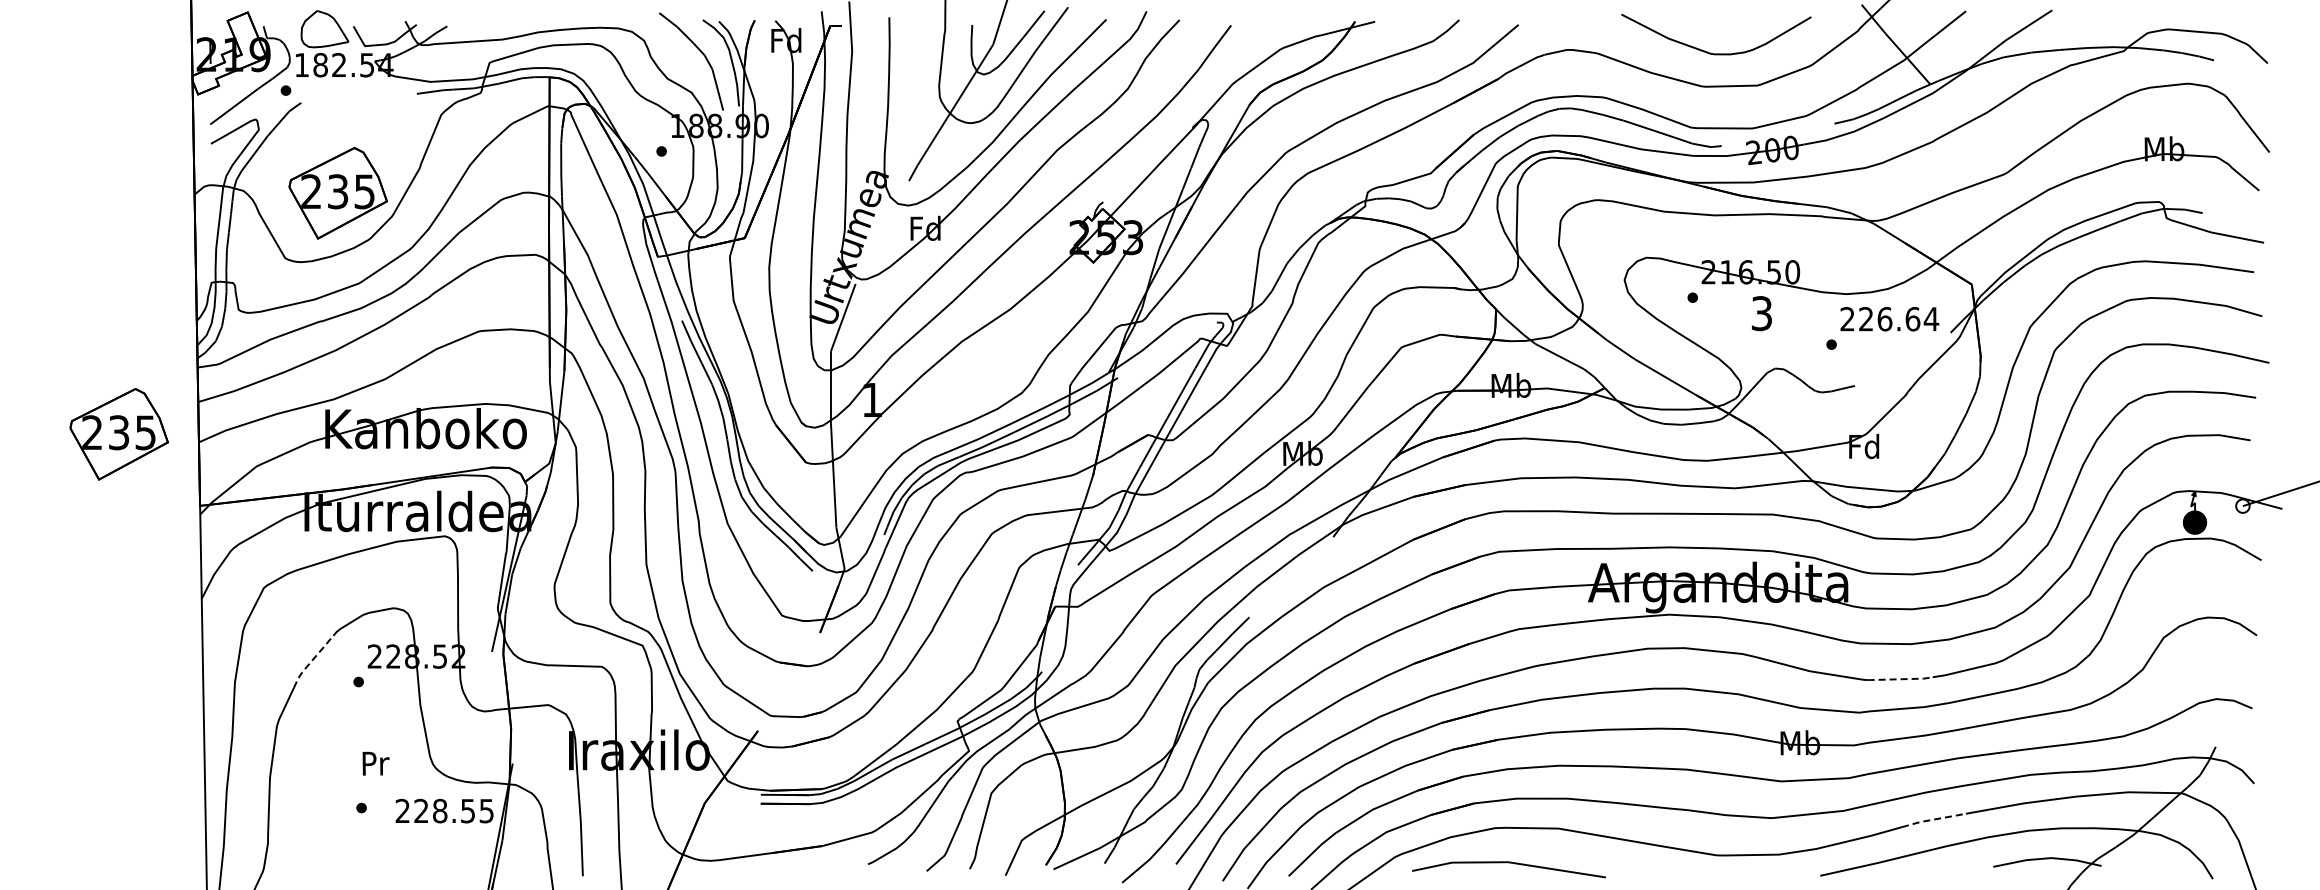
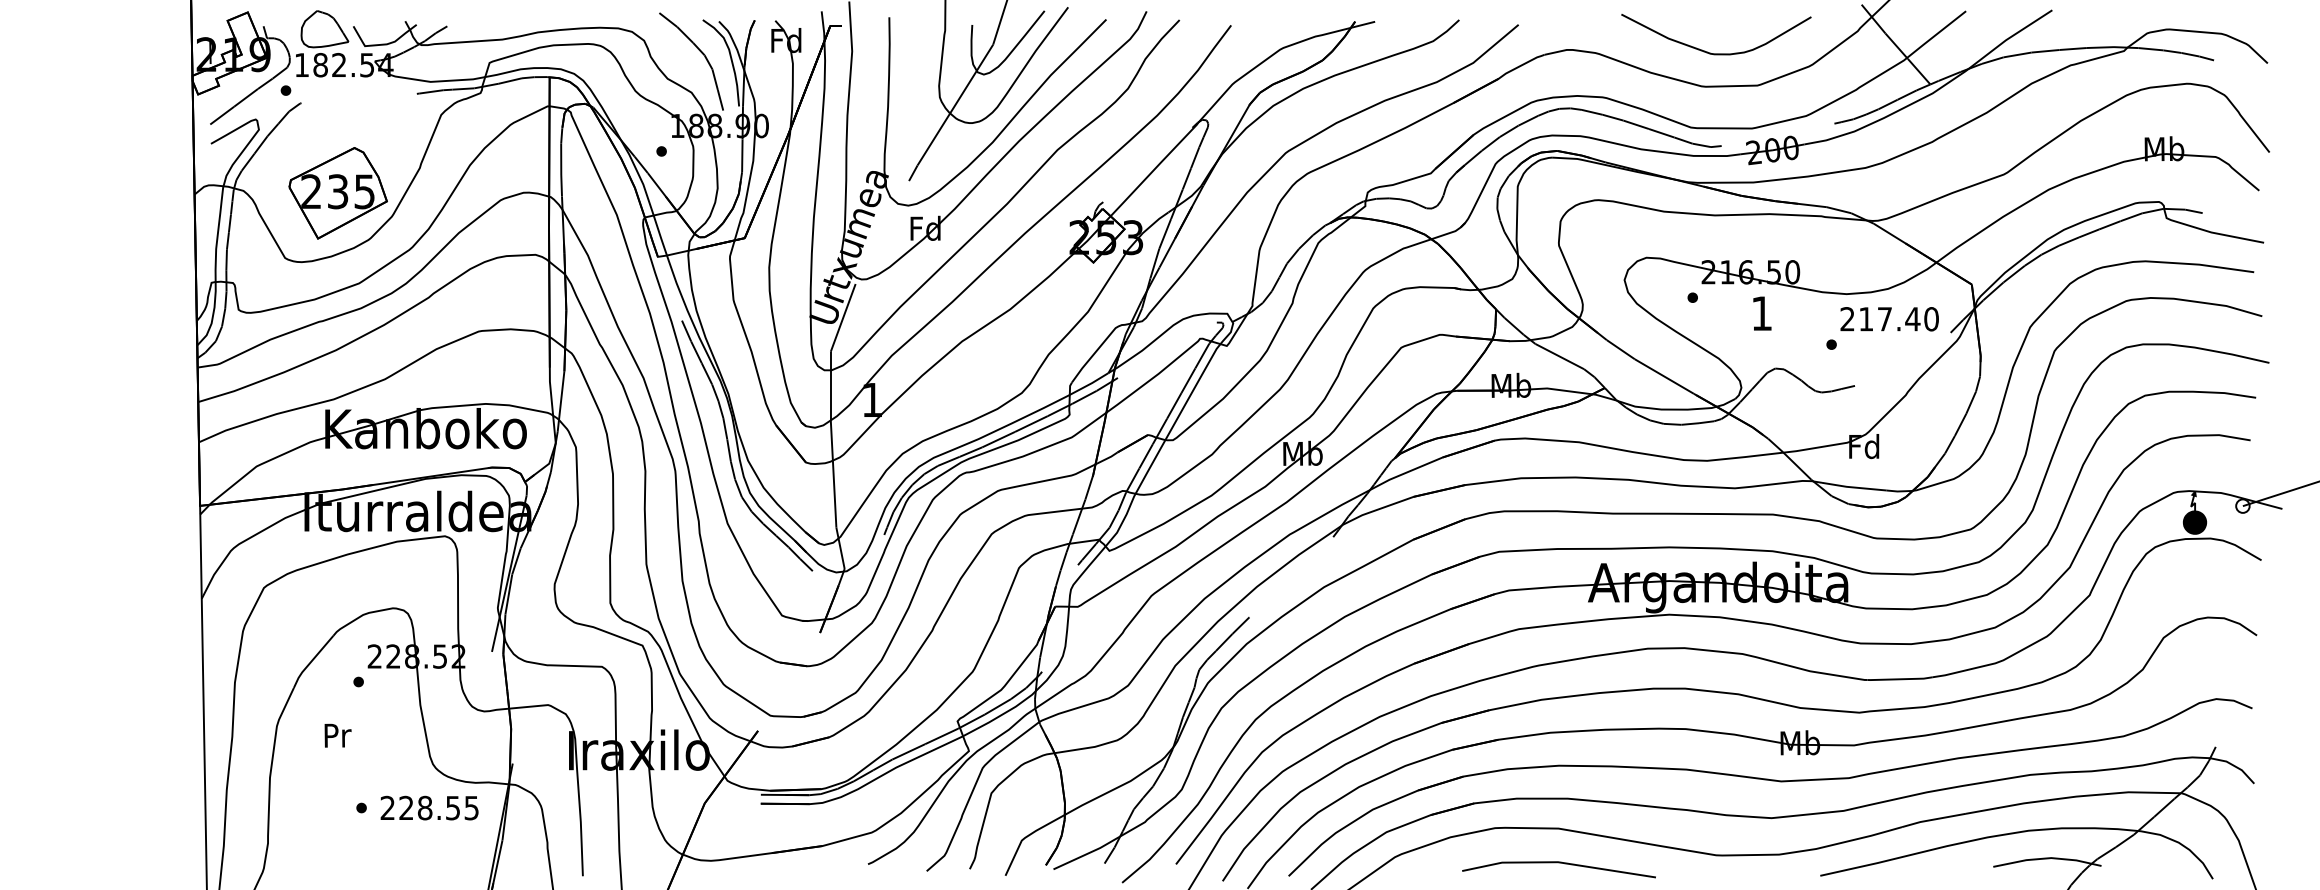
text at (1761, 313): 3 -> 1
text at (1899, 319): 226.64 -> 217.40
part at (118, 434): present -> none
line at (311, 661): dashed -> solid
line at (1901, 679): dashed -> solid
text at (375, 763) position: (375, 763) -> (337, 735)
text at (444, 810) position: (444, 810) -> (429, 807)
line at (1933, 819): dashed -> solid
line at (1508, 863) position: (1508, 863) -> (1558, 863)
